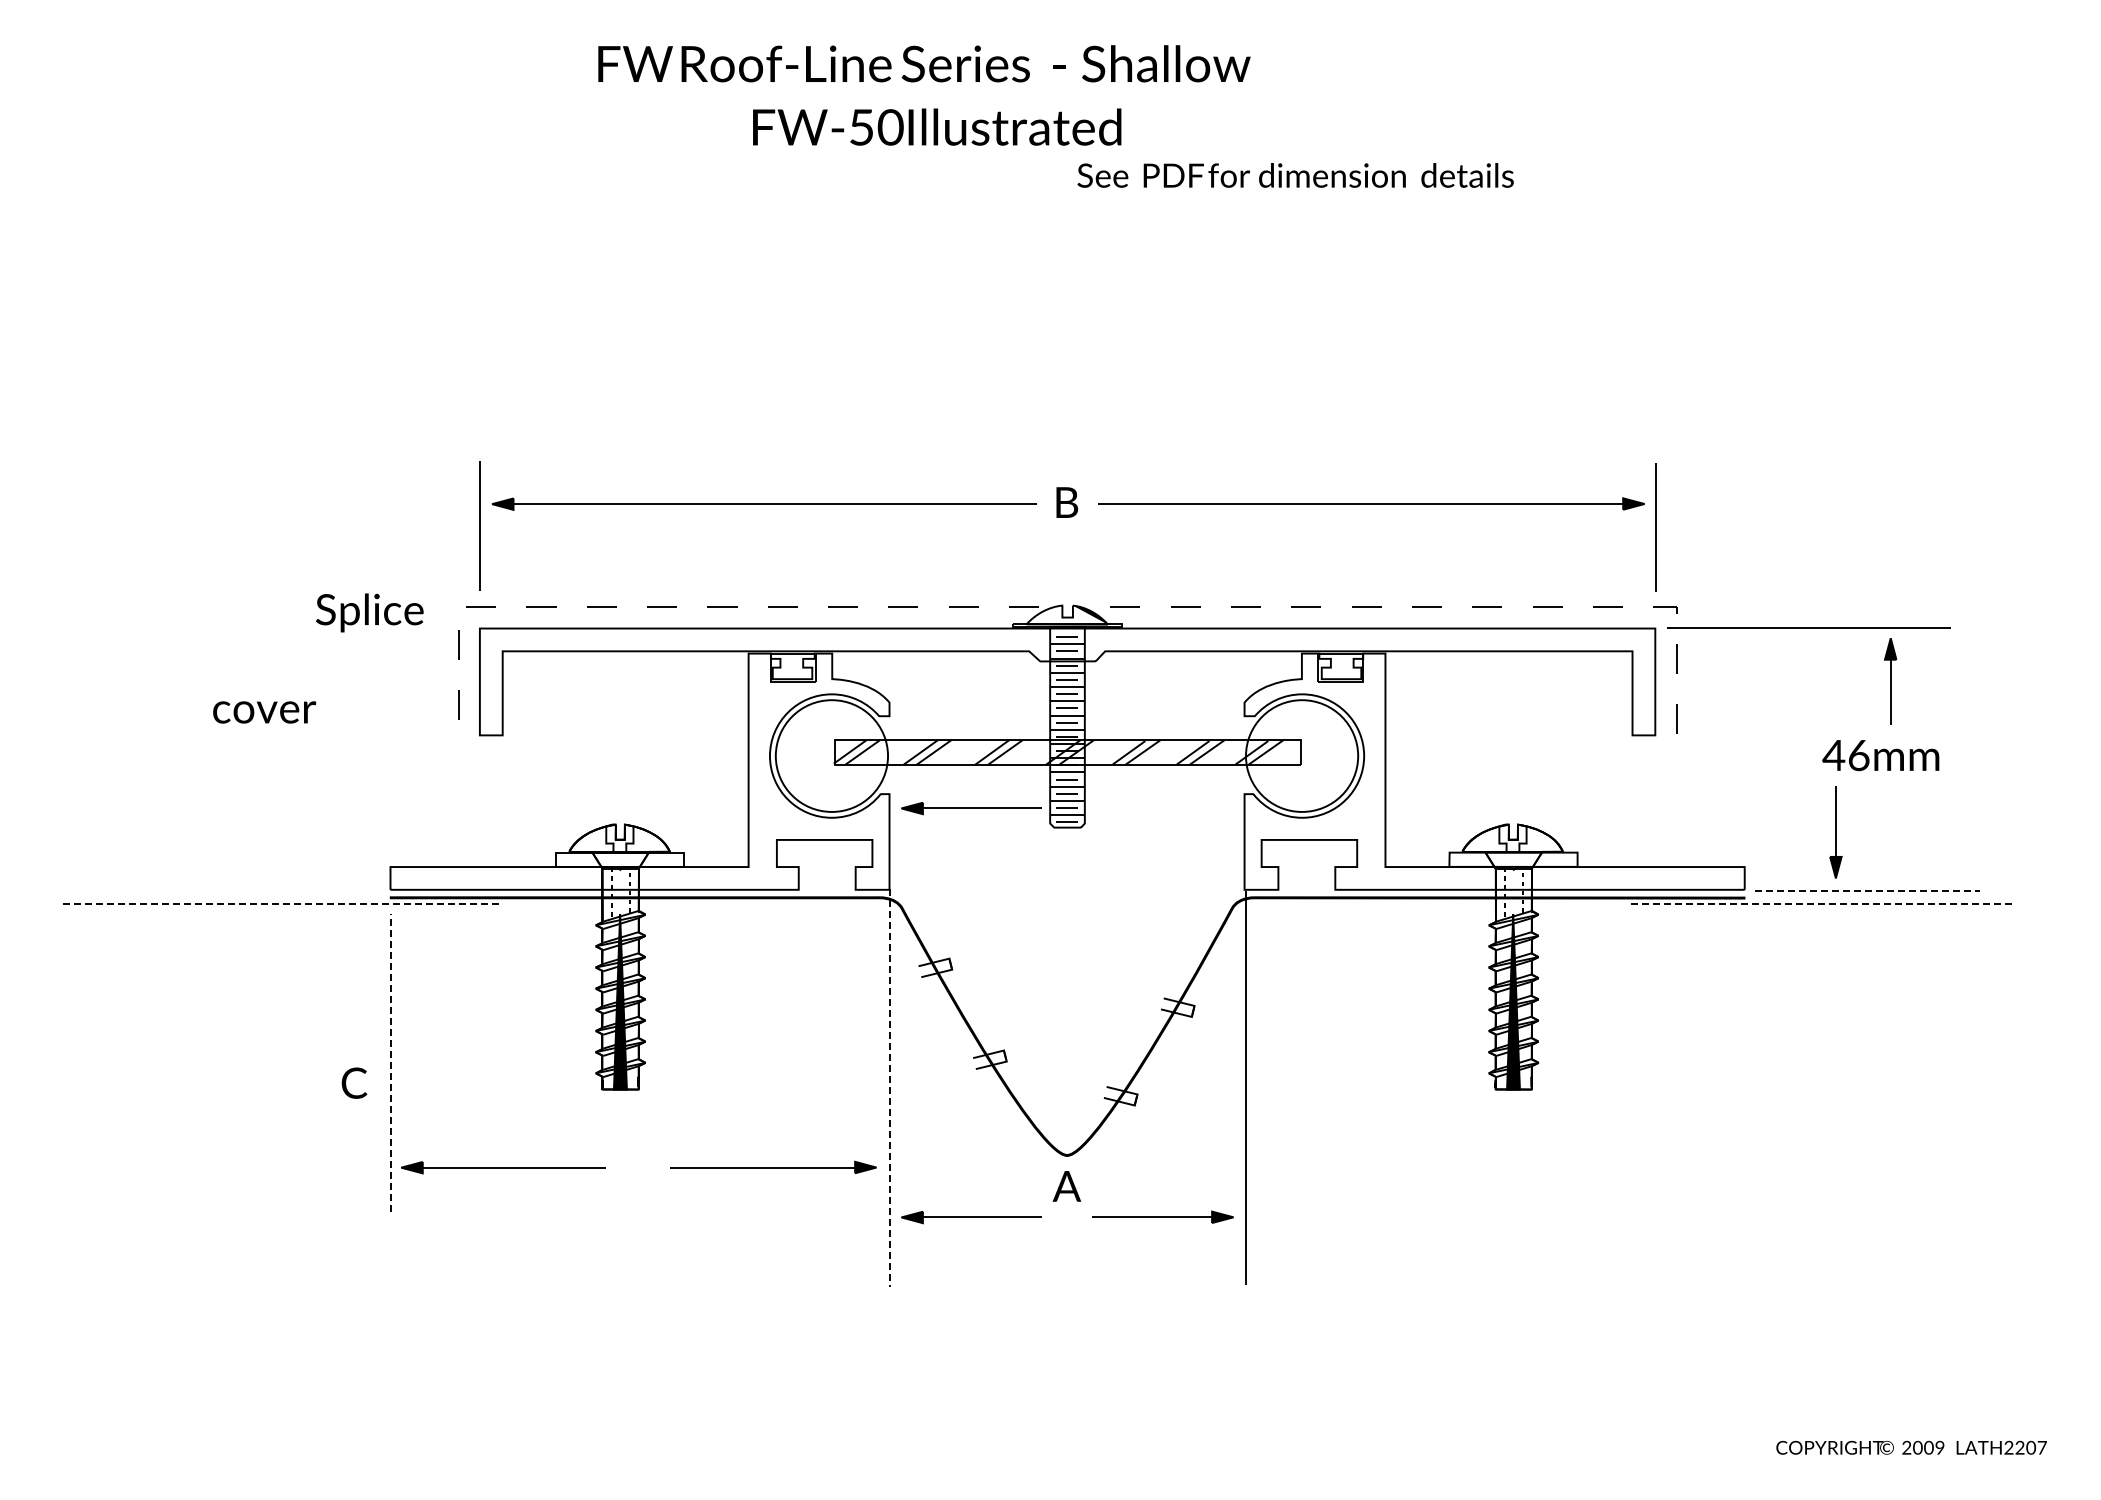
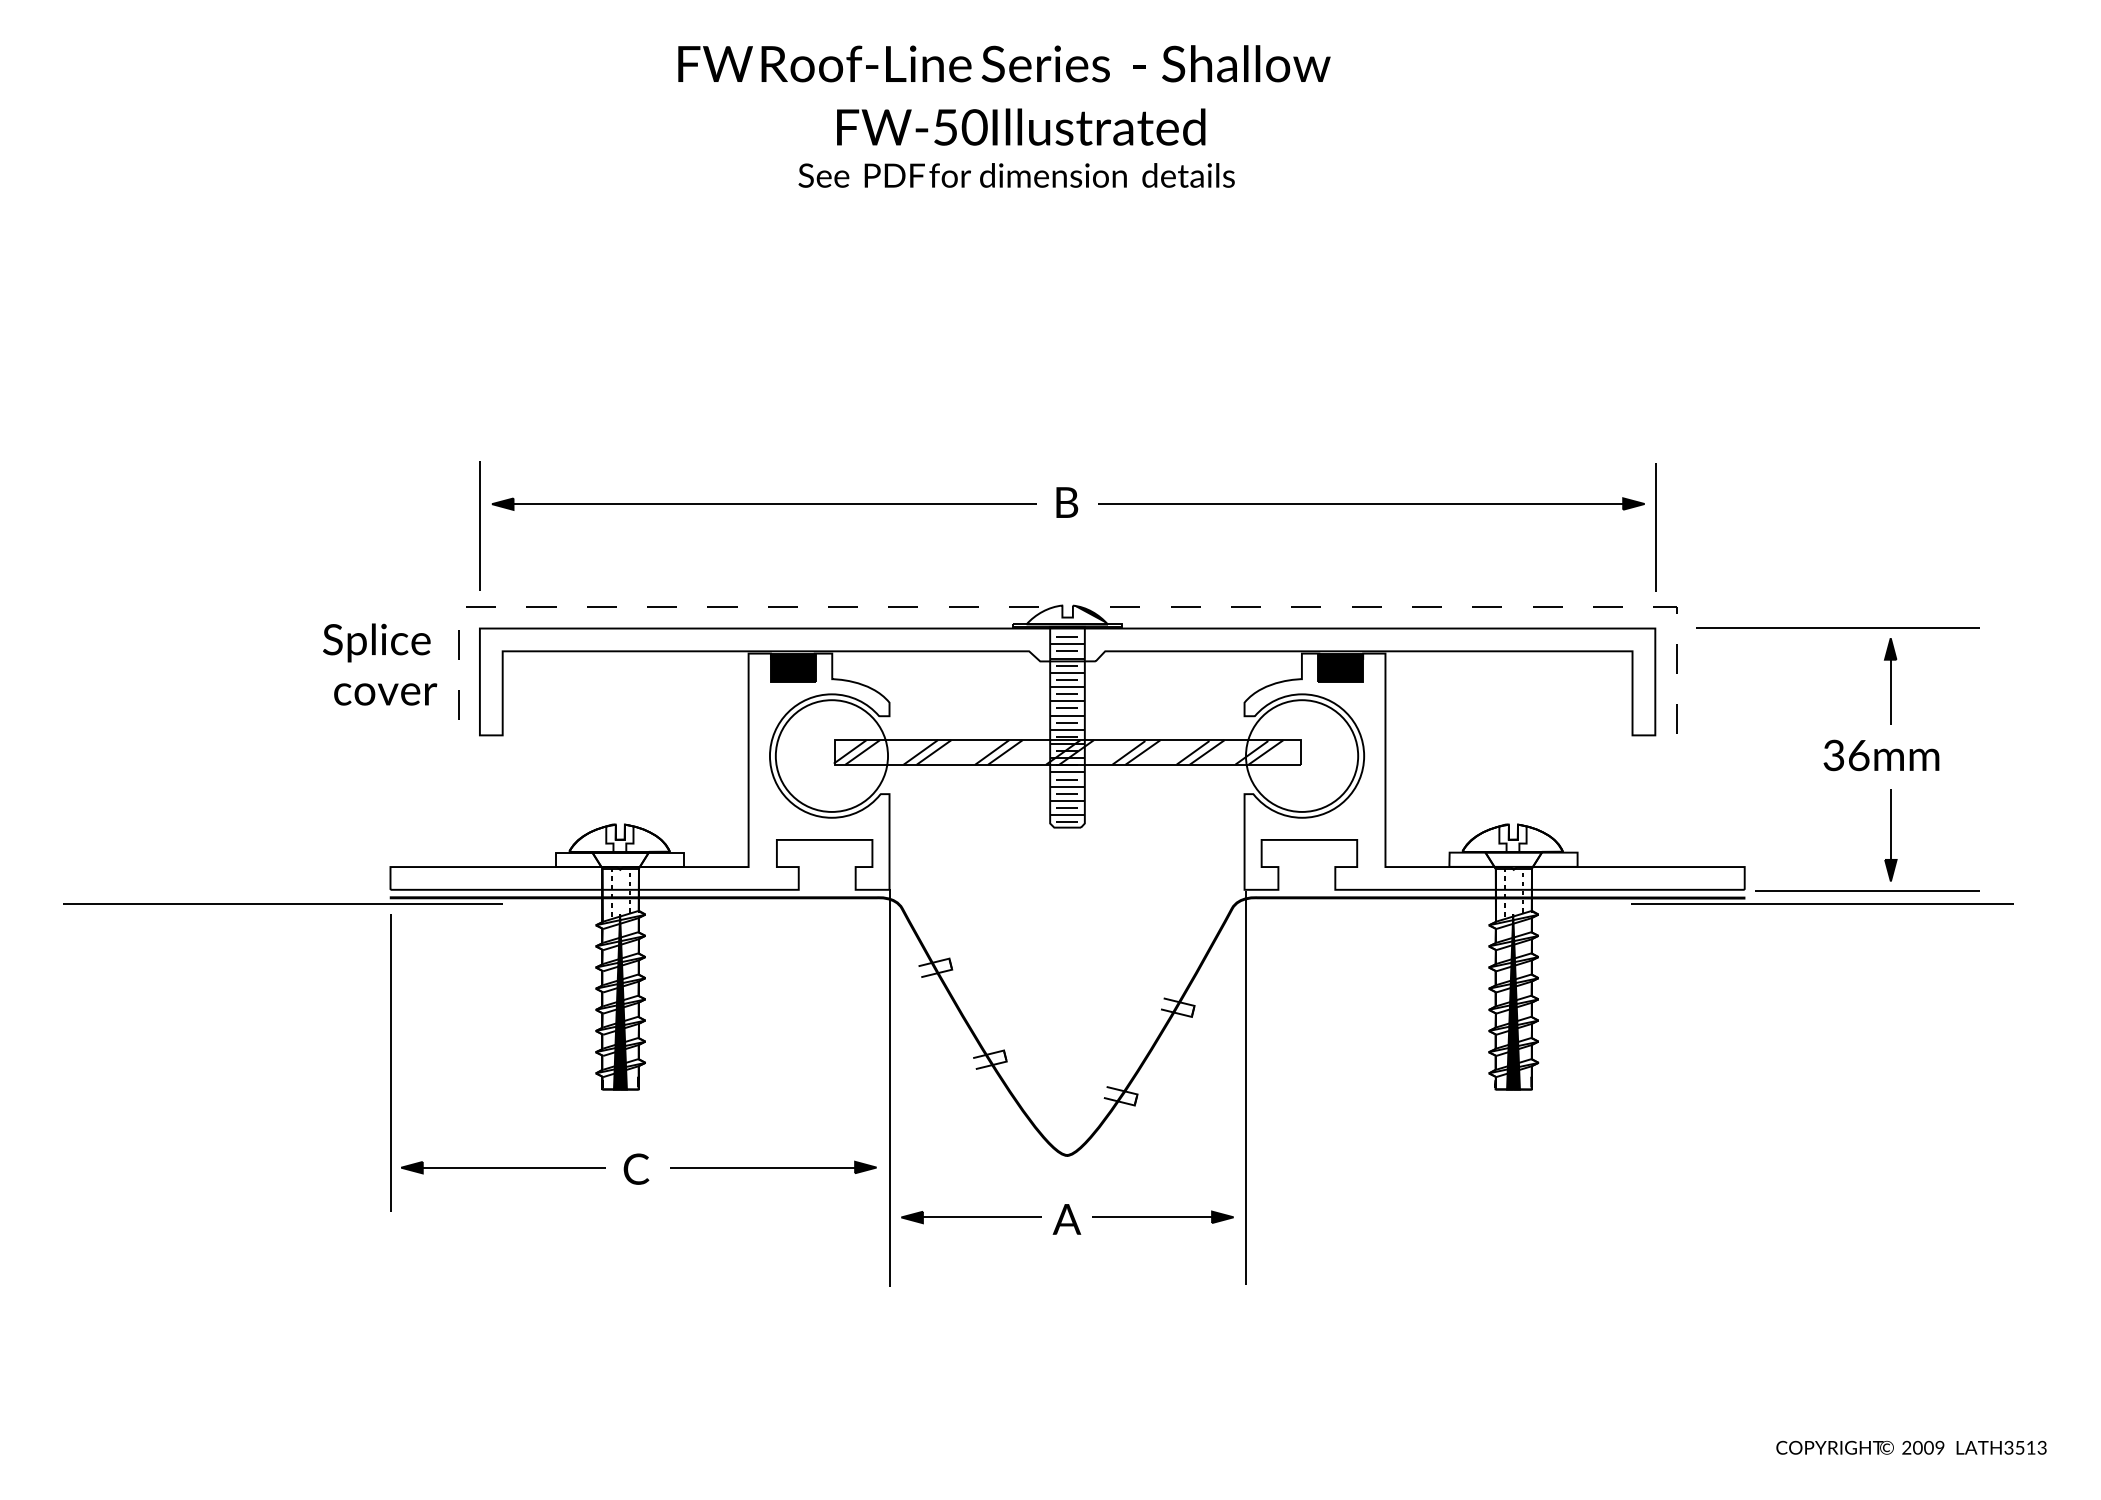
text at (924, 63) position: (924, 63) -> (1004, 63)
text at (937, 126) position: (937, 126) -> (1021, 126)
text at (1295, 175) position: (1295, 175) -> (1016, 175)
text at (369, 612) position: (369, 612) -> (376, 642)
line at (1808, 627) position: (1808, 627) -> (1837, 627)
fill at (793, 667): none -> present
fill at (1340, 667): none -> present
text at (264, 712) position: (264, 712) -> (385, 694)
text at (1833, 755): 46mm -> 36mm
part at (971, 808): present -> none
part at (1835, 832) position: (1835, 832) -> (1890, 835)
line at (1867, 891): dashed -> solid
line at (283, 904): dashed -> solid
line at (1822, 904): dashed -> solid
line at (391, 1063): dashed -> solid
text at (354, 1082) position: (354, 1082) -> (636, 1168)
line at (889, 1088): dashed -> solid
text at (1066, 1186) position: (1066, 1186) -> (1066, 1219)
text at (2025, 1447): LATH2207 -> LATH3513
